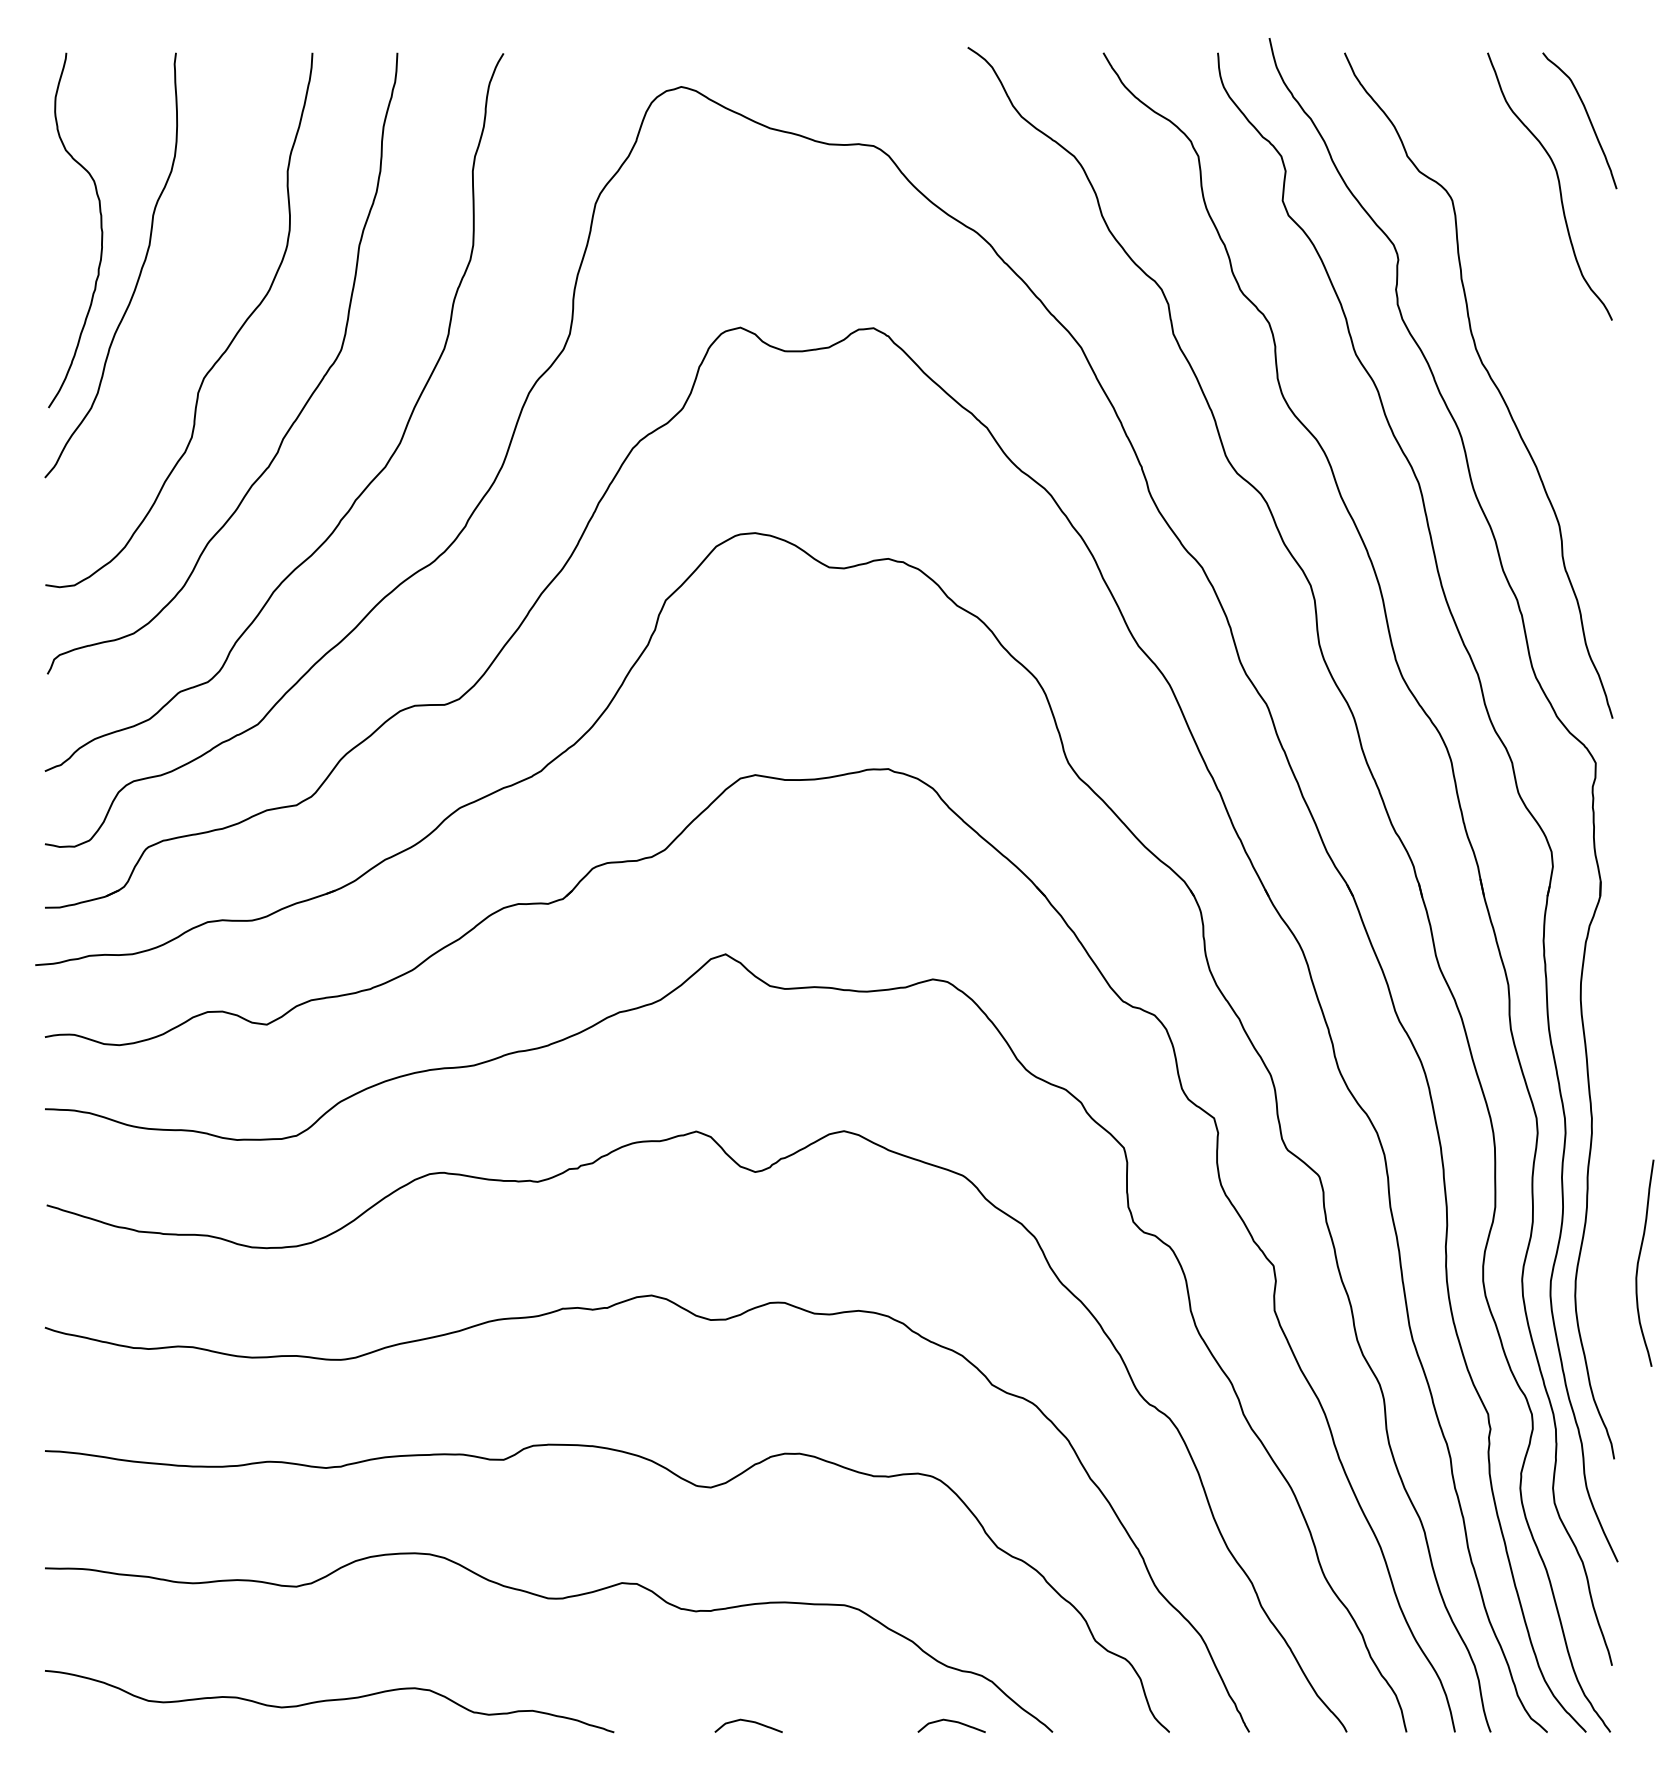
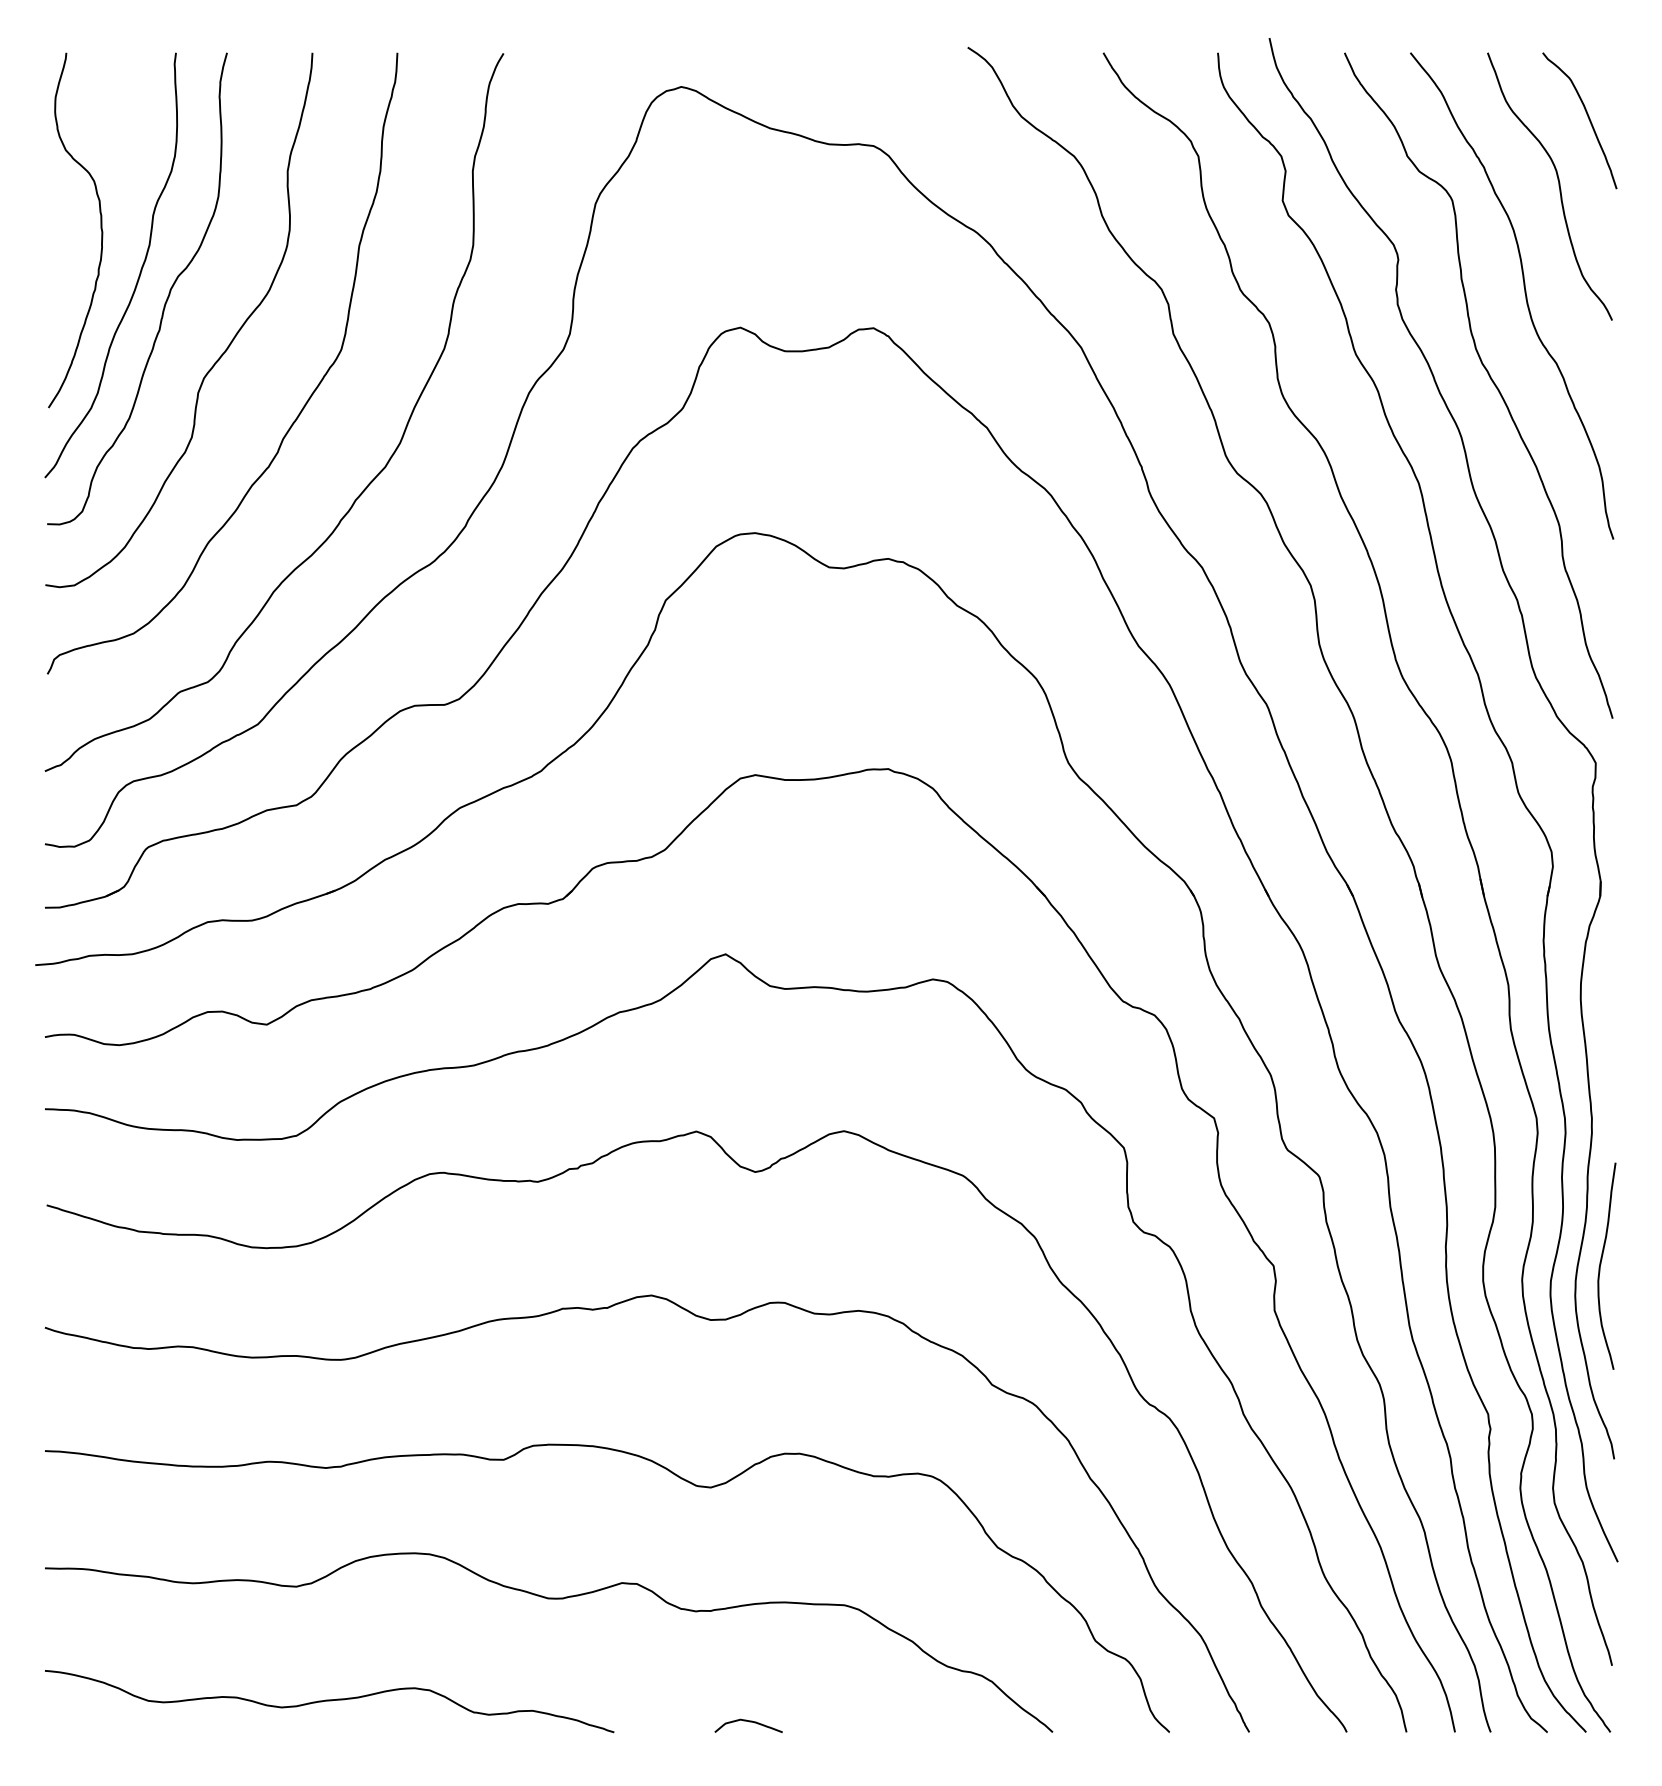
curve at (1524, 293): none -> present
curve at (166, 298): none -> present
curve at (1639, 1261) position: (1639, 1261) -> (1601, 1264)
curve at (952, 1722): present -> none
